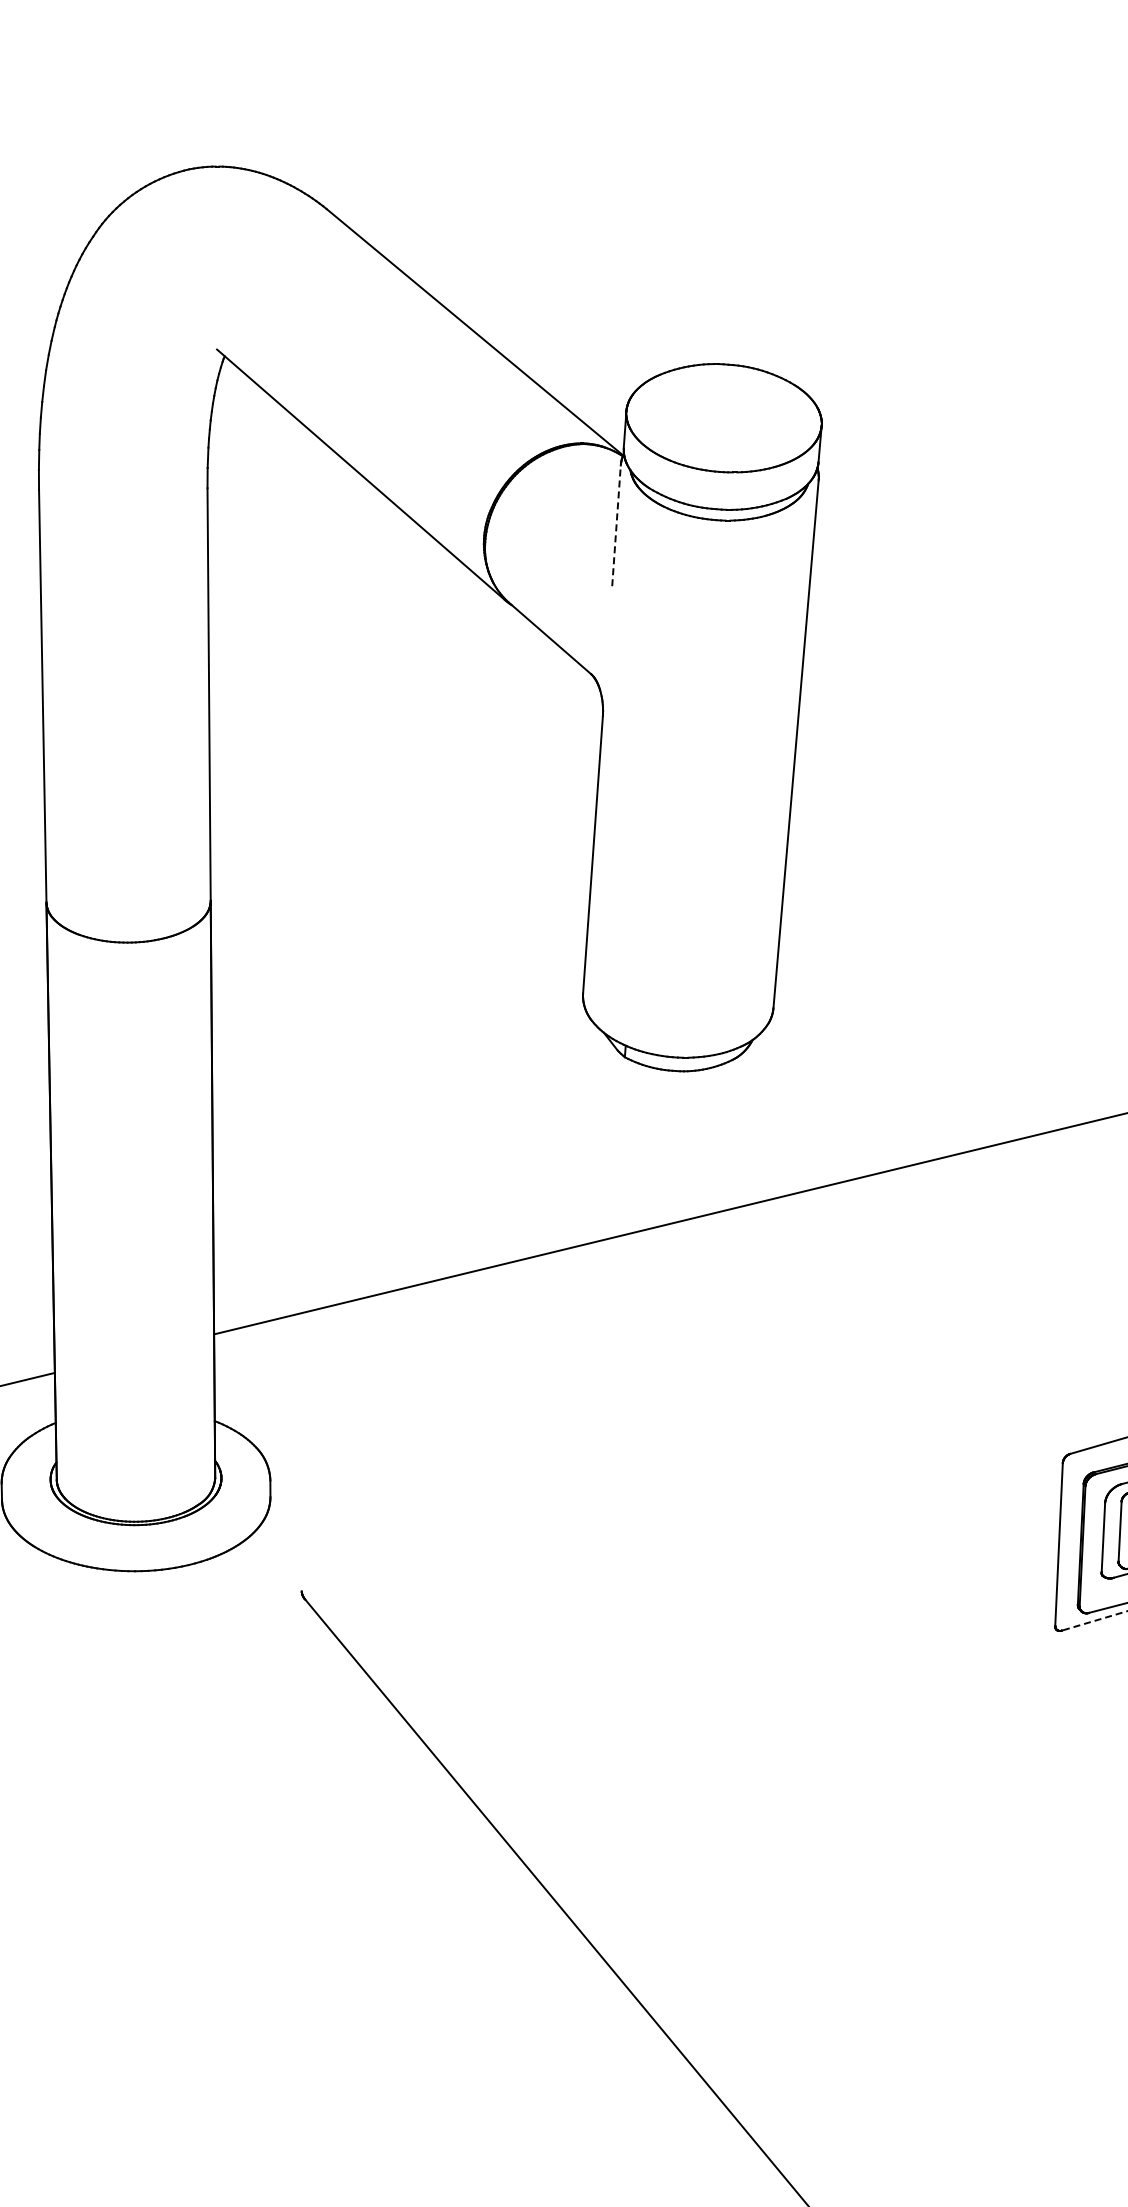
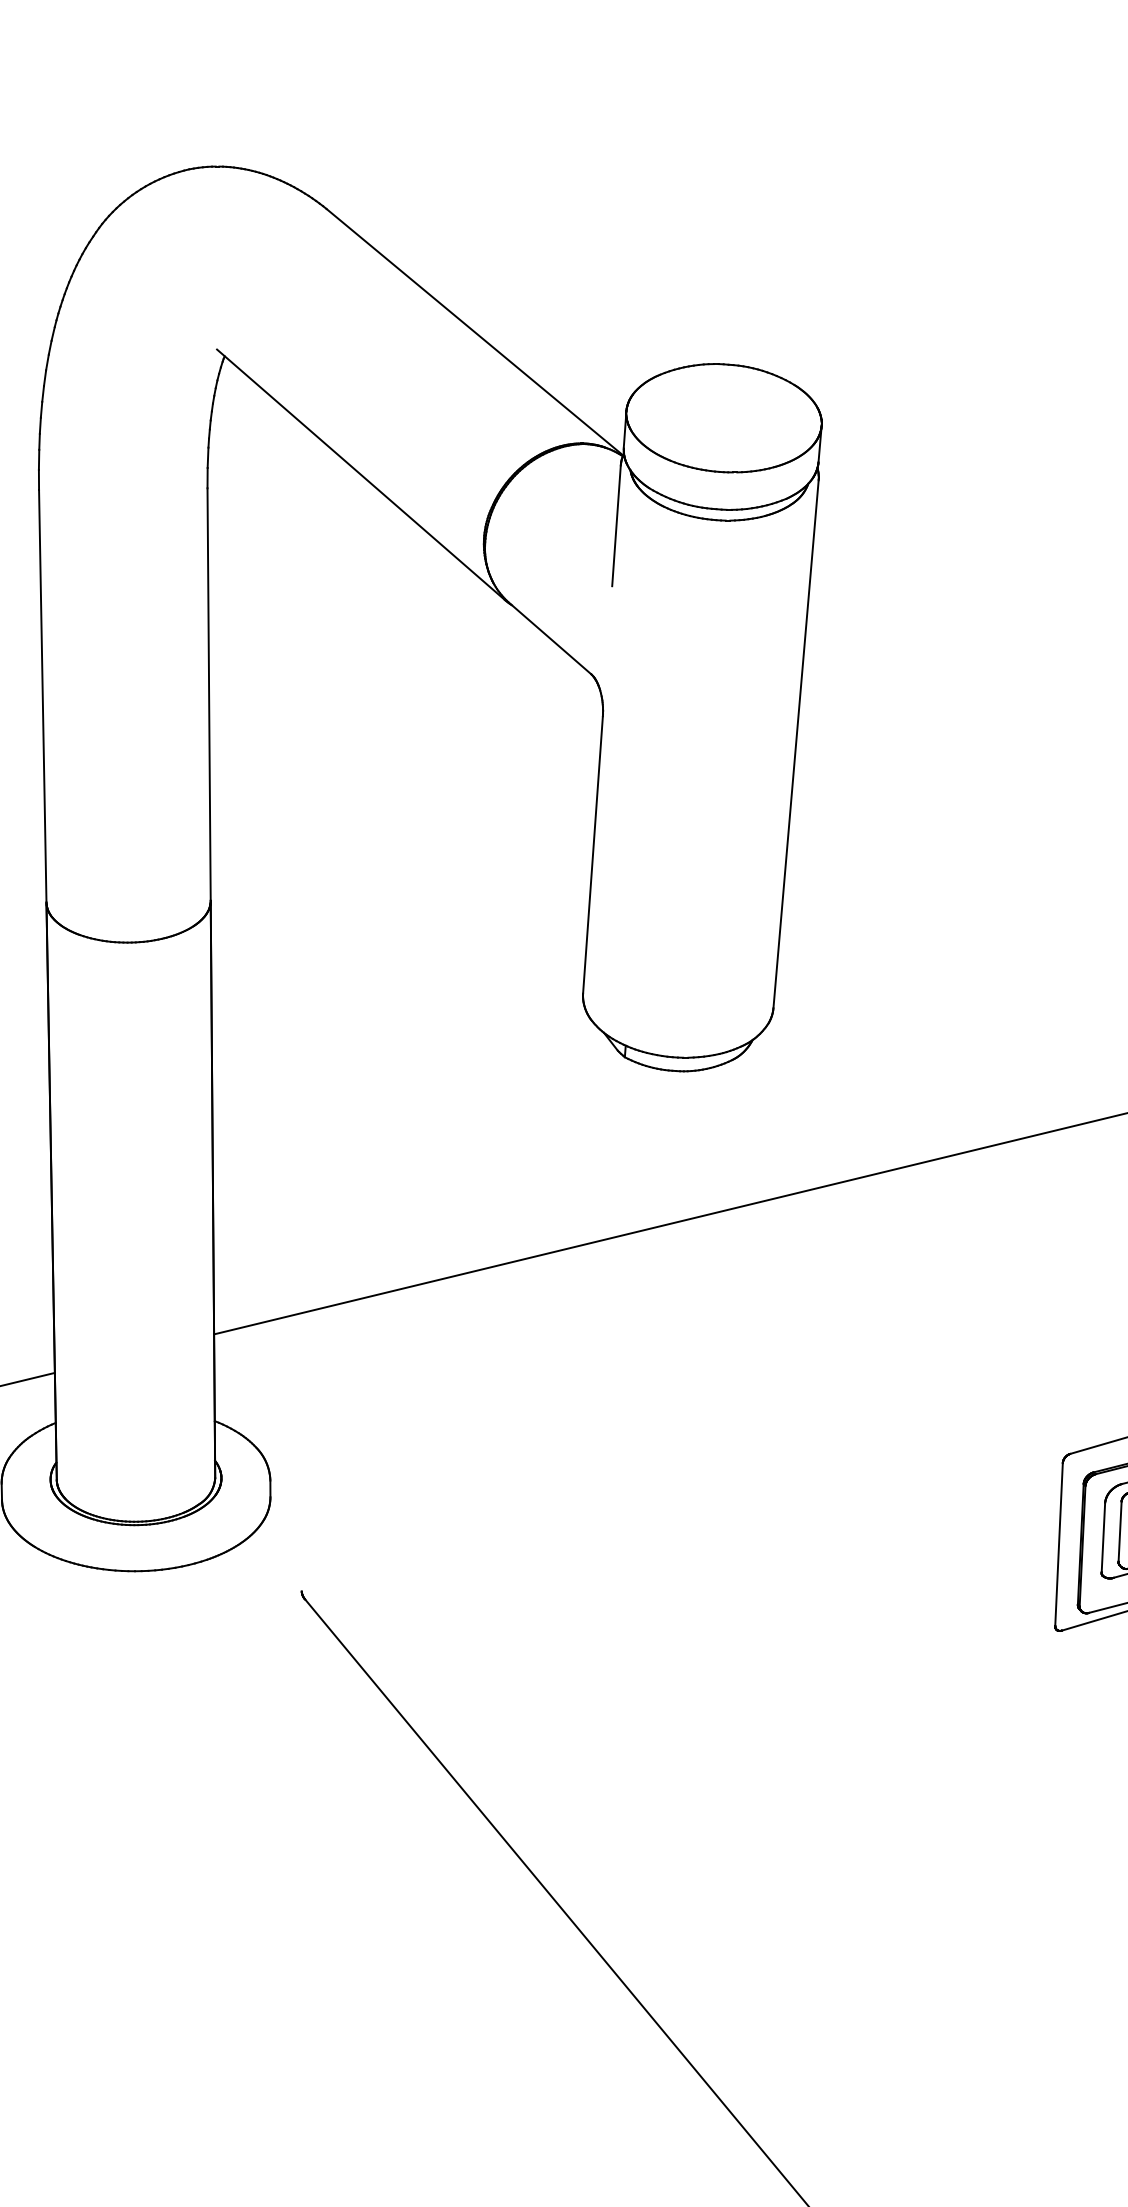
line at (616, 525): dashed -> solid
line at (1094, 1621): dashed -> solid
